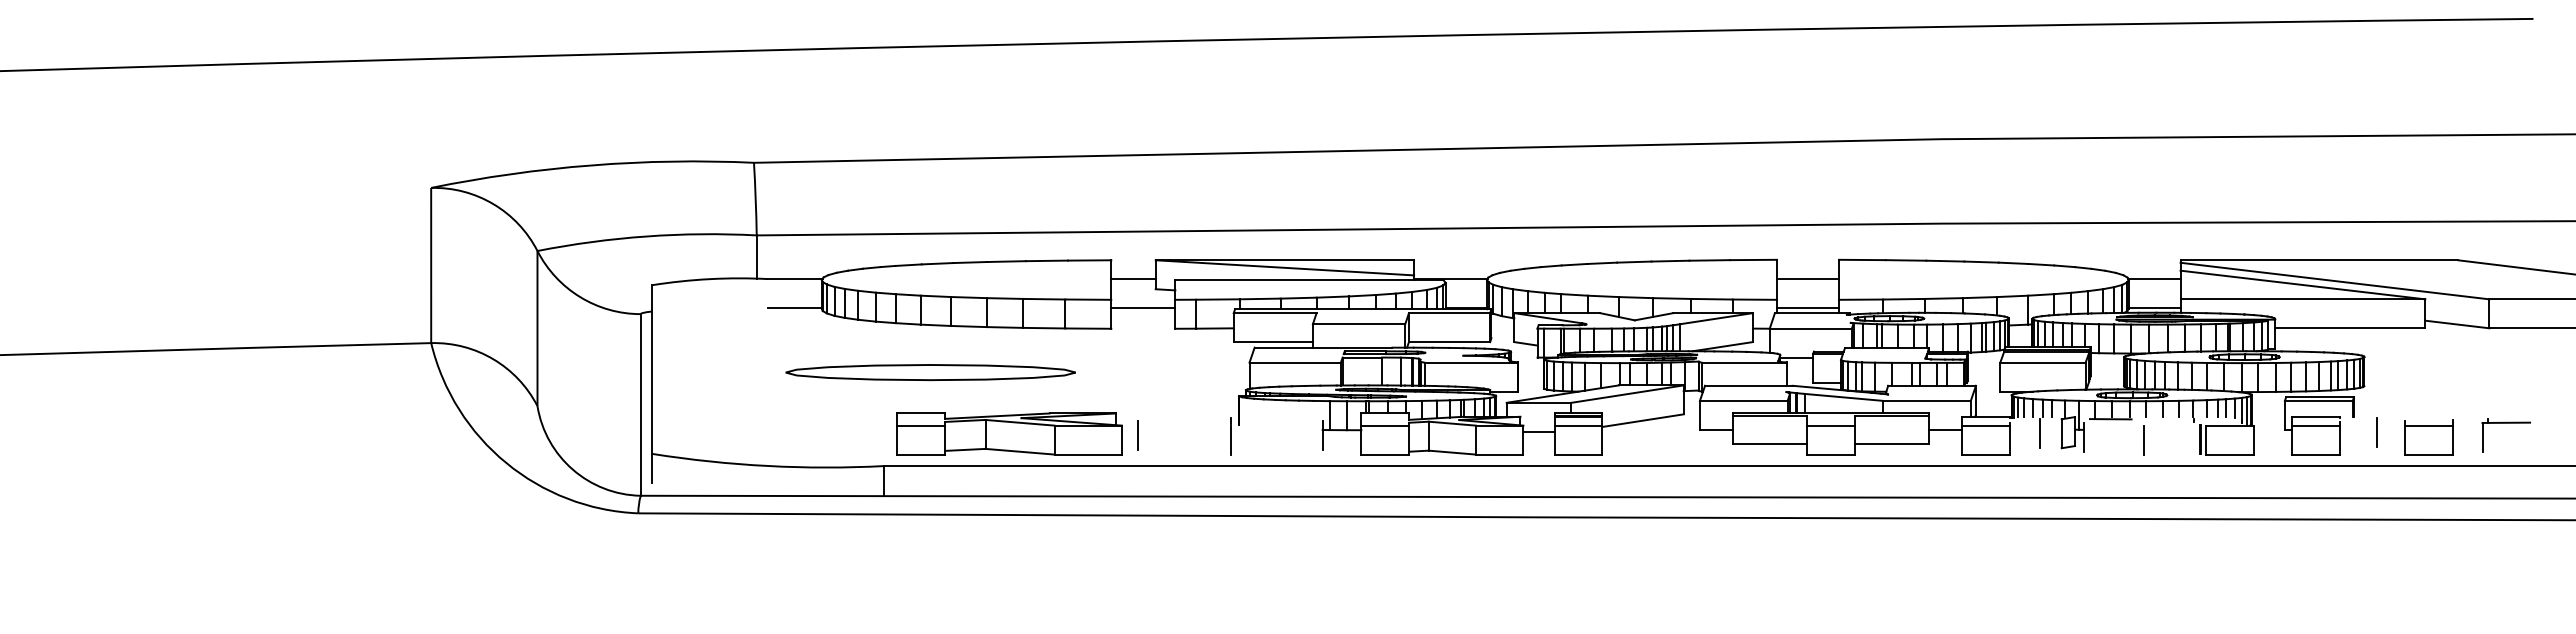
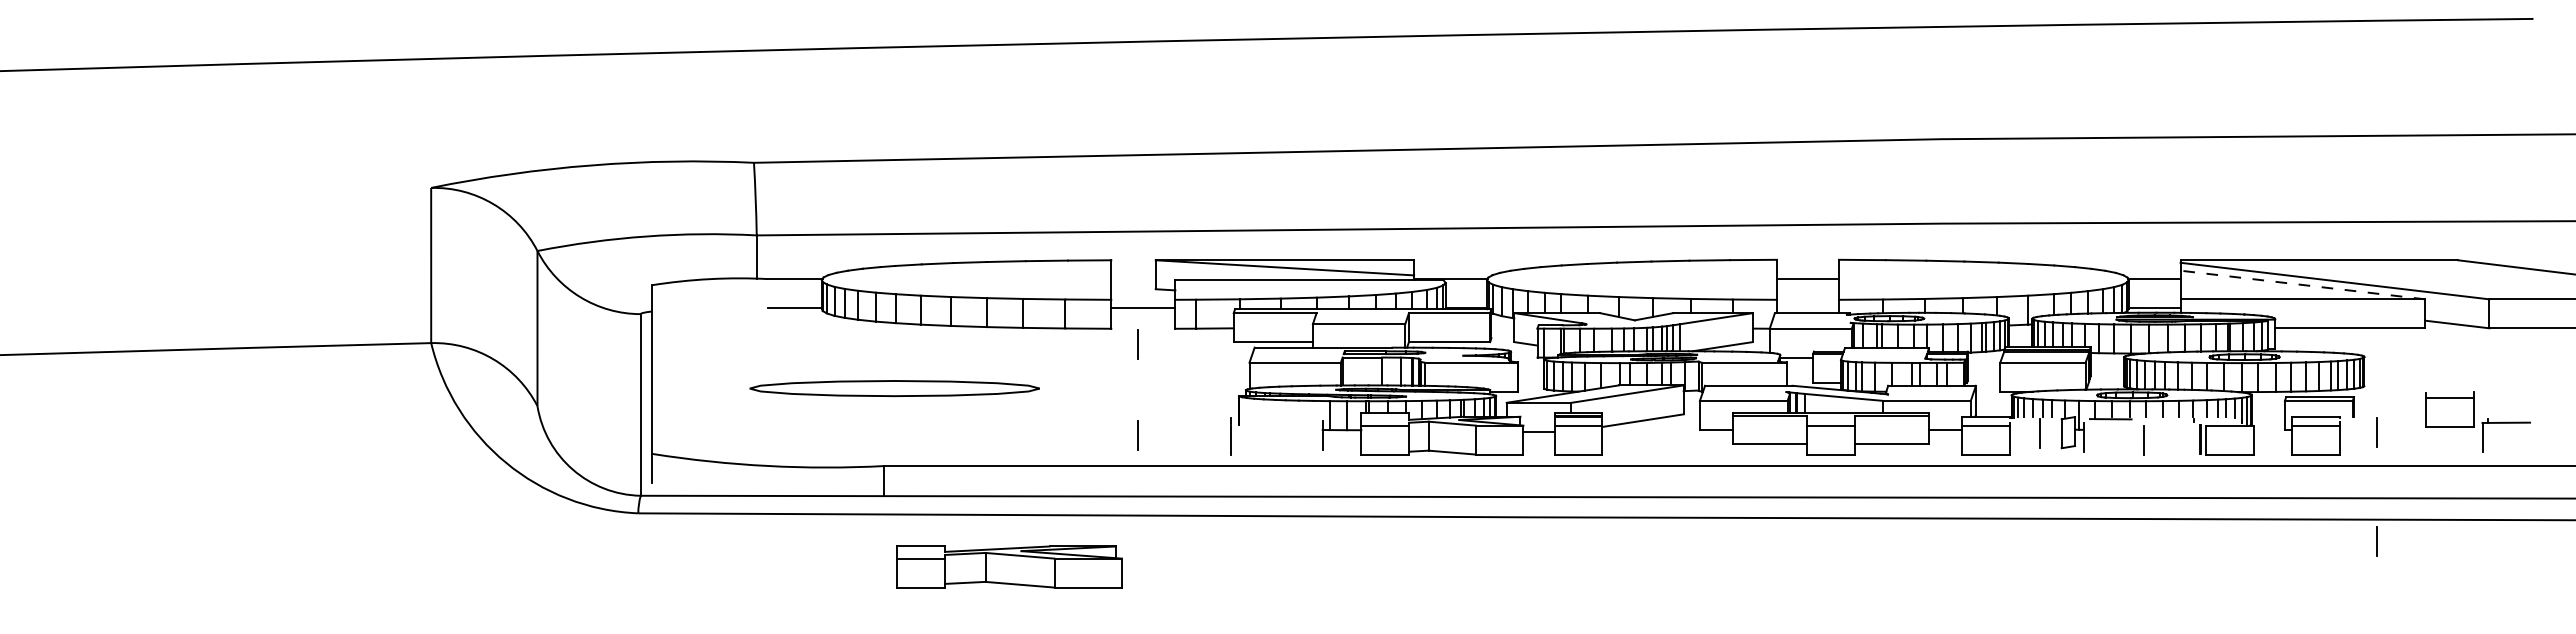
line at (1133, 279): present -> none
line at (2302, 284): solid -> dashed
line at (1807, 308): present -> none
line at (1137, 344): none -> present
part at (930, 372) position: (930, 372) -> (894, 388)
part at (1009, 433) position: (1009, 433) -> (1009, 566)
part at (2428, 437) position: (2428, 437) -> (2449, 409)
line at (2376, 541): none -> present
